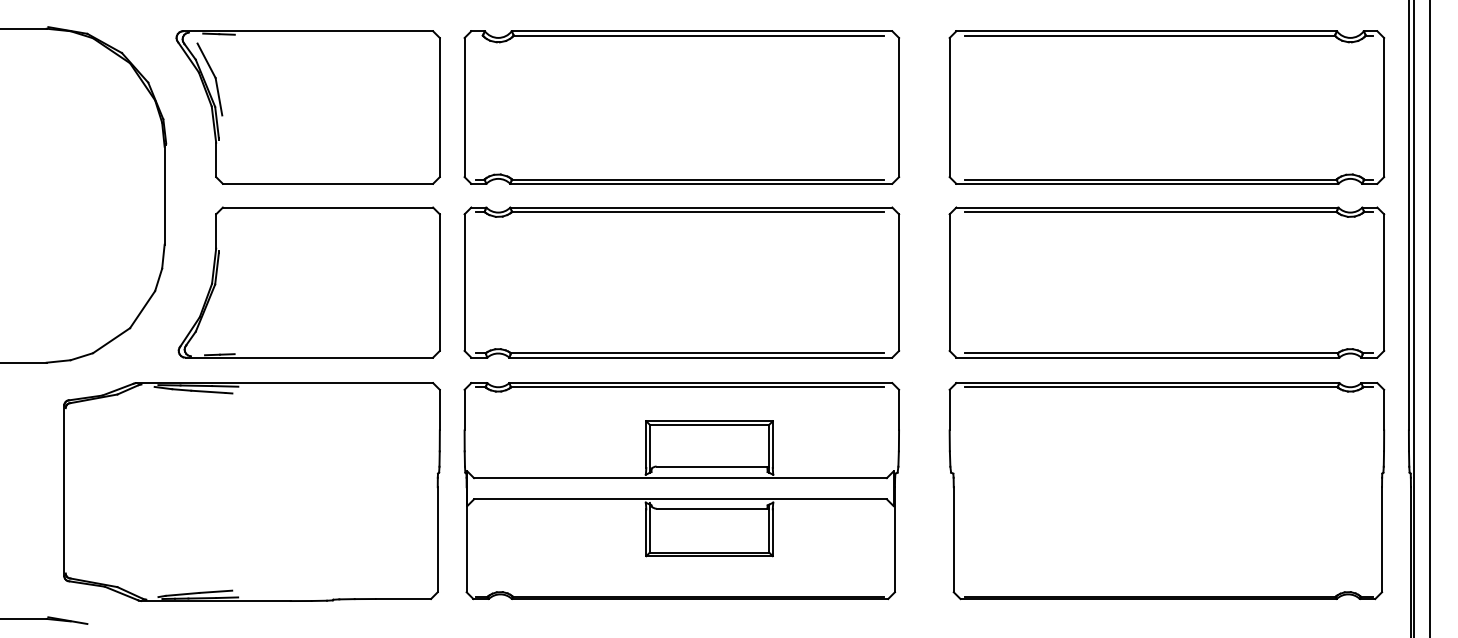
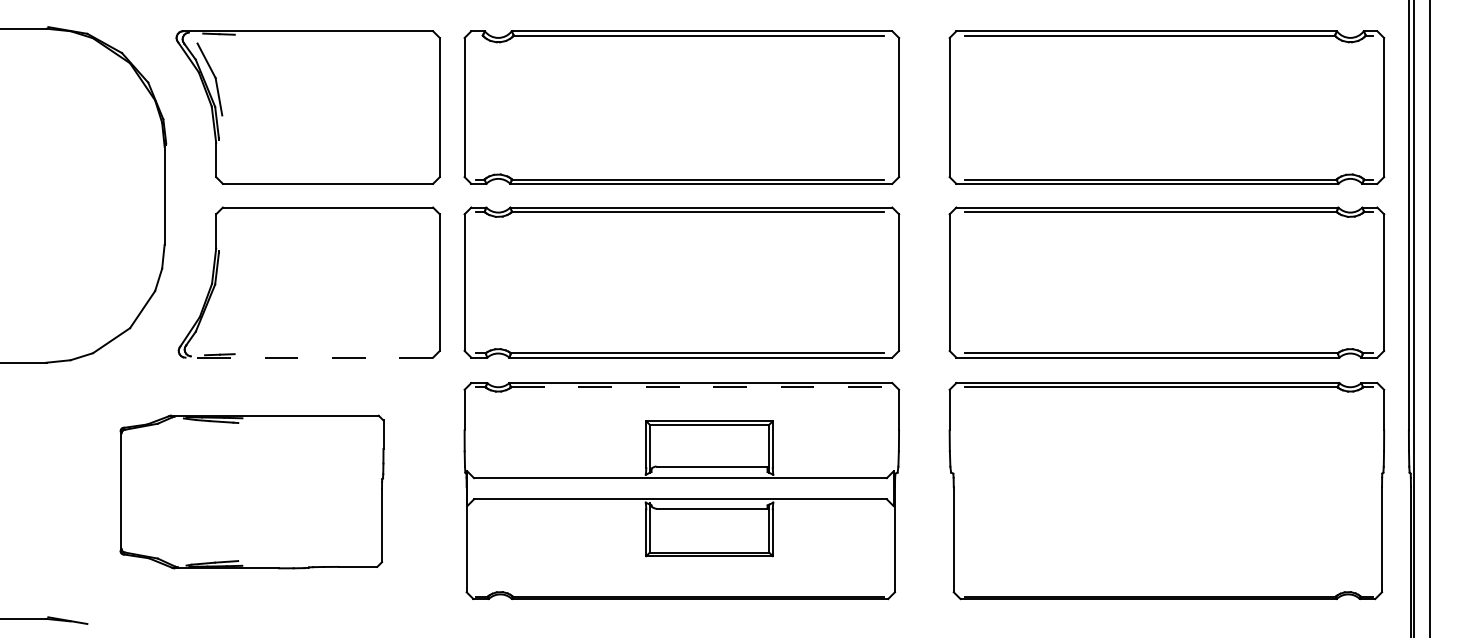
line at (309, 357): solid -> dashed
line at (697, 387): solid -> dashed
part at (251, 491) size: 378x220 px -> 266x156 px
